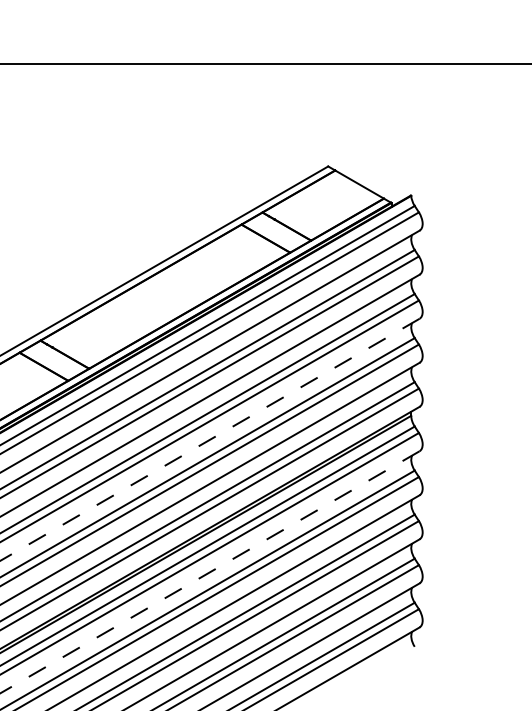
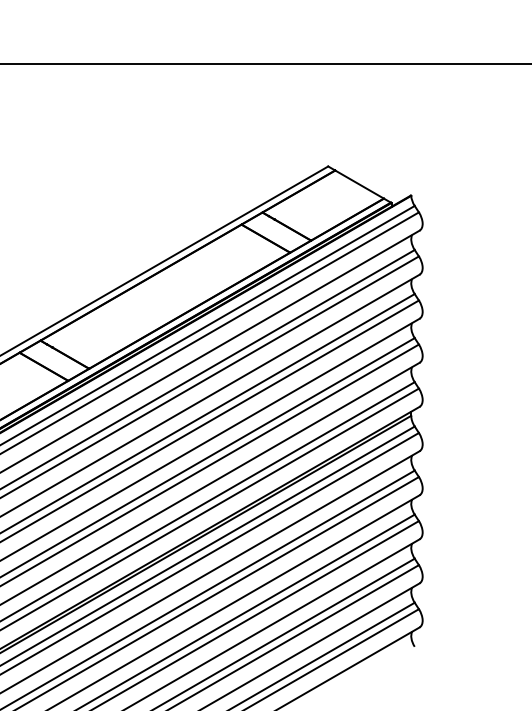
line at (210, 439): dashed -> solid
line at (210, 572): dashed -> solid
